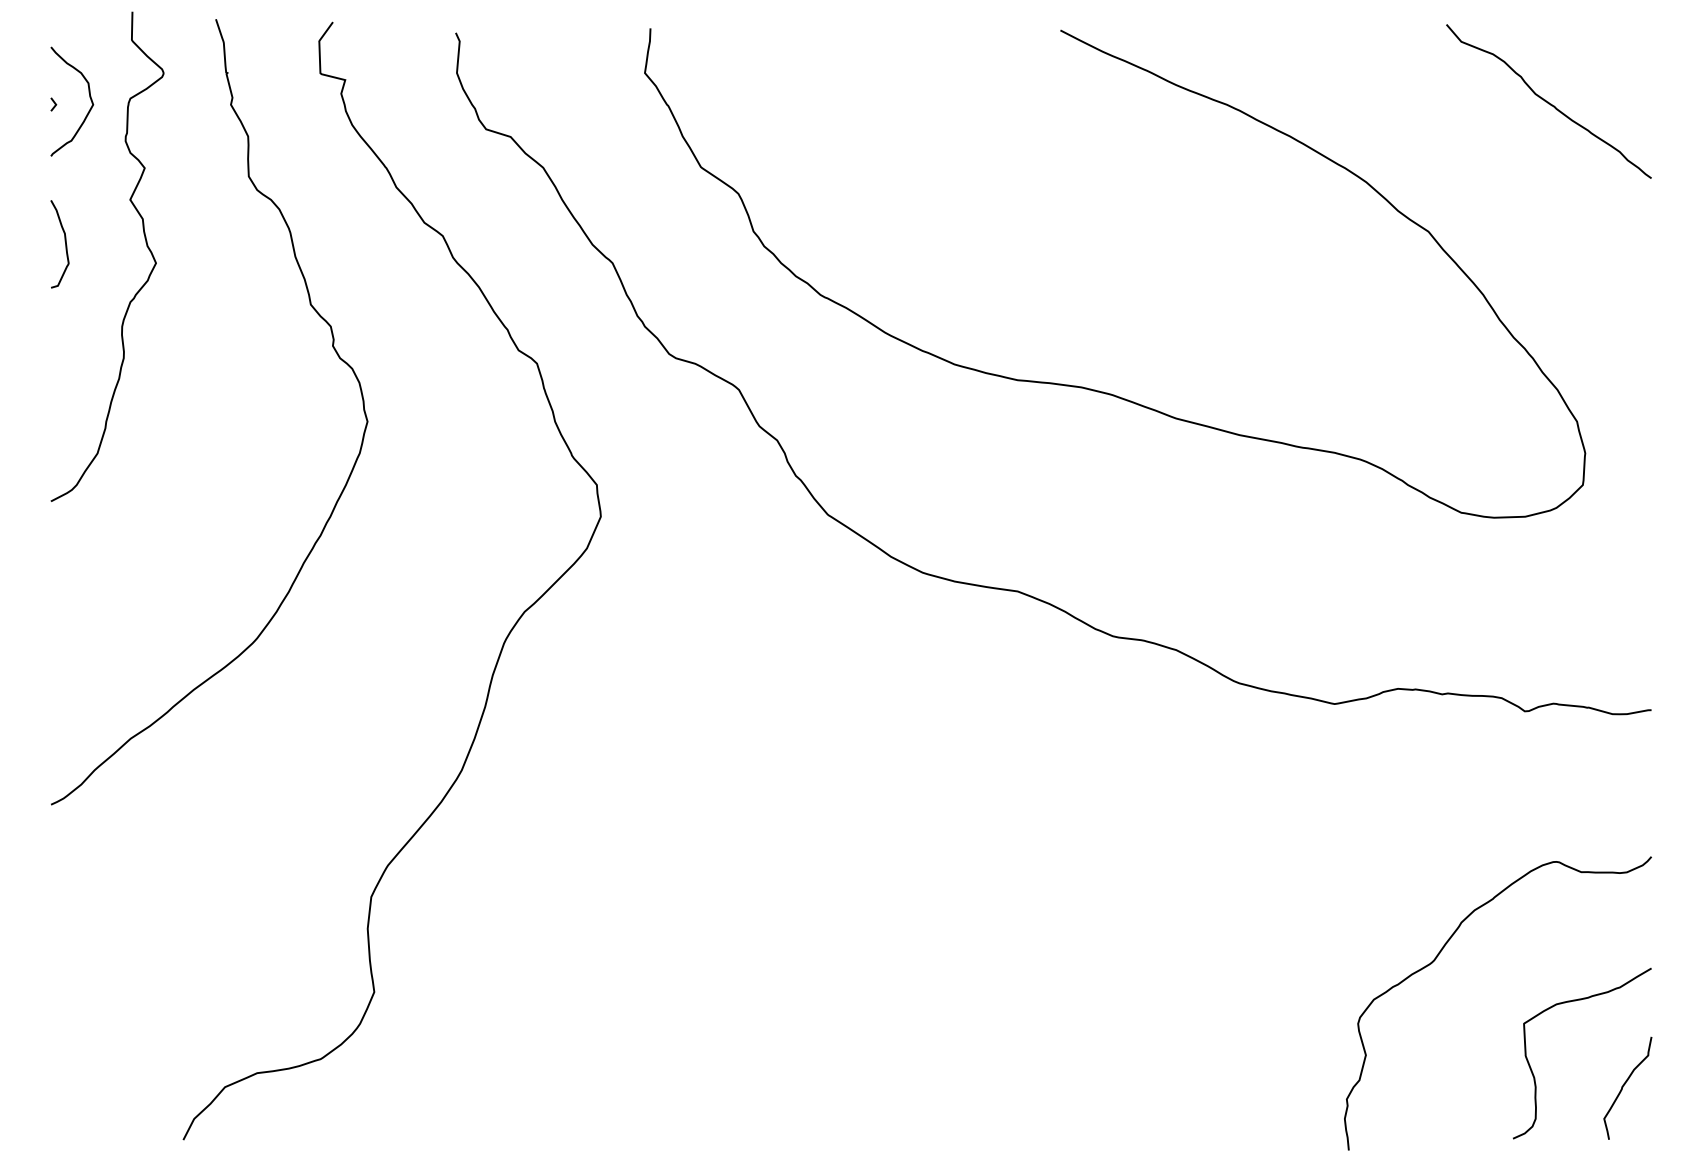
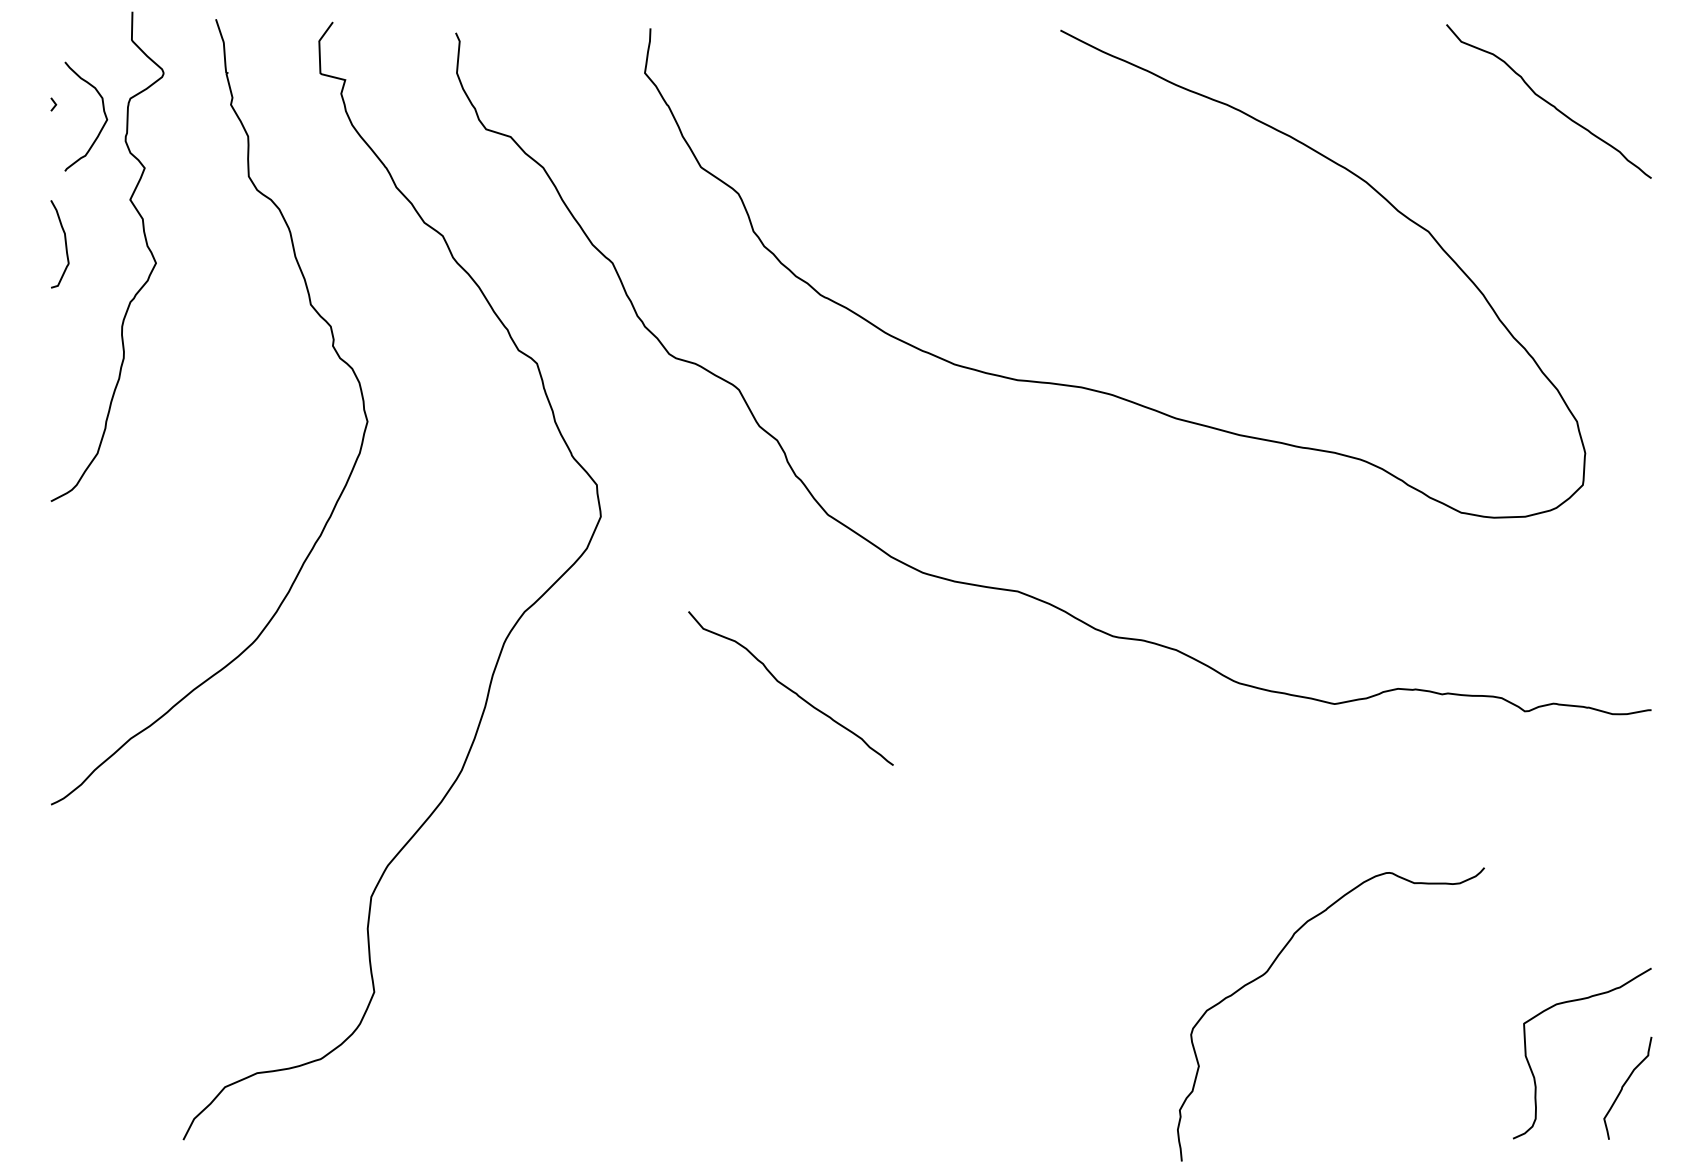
curve at (89, 97) position: (89, 97) -> (103, 112)
curve at (790, 688): none -> present
curve at (1438, 956) position: (1438, 956) -> (1271, 967)
